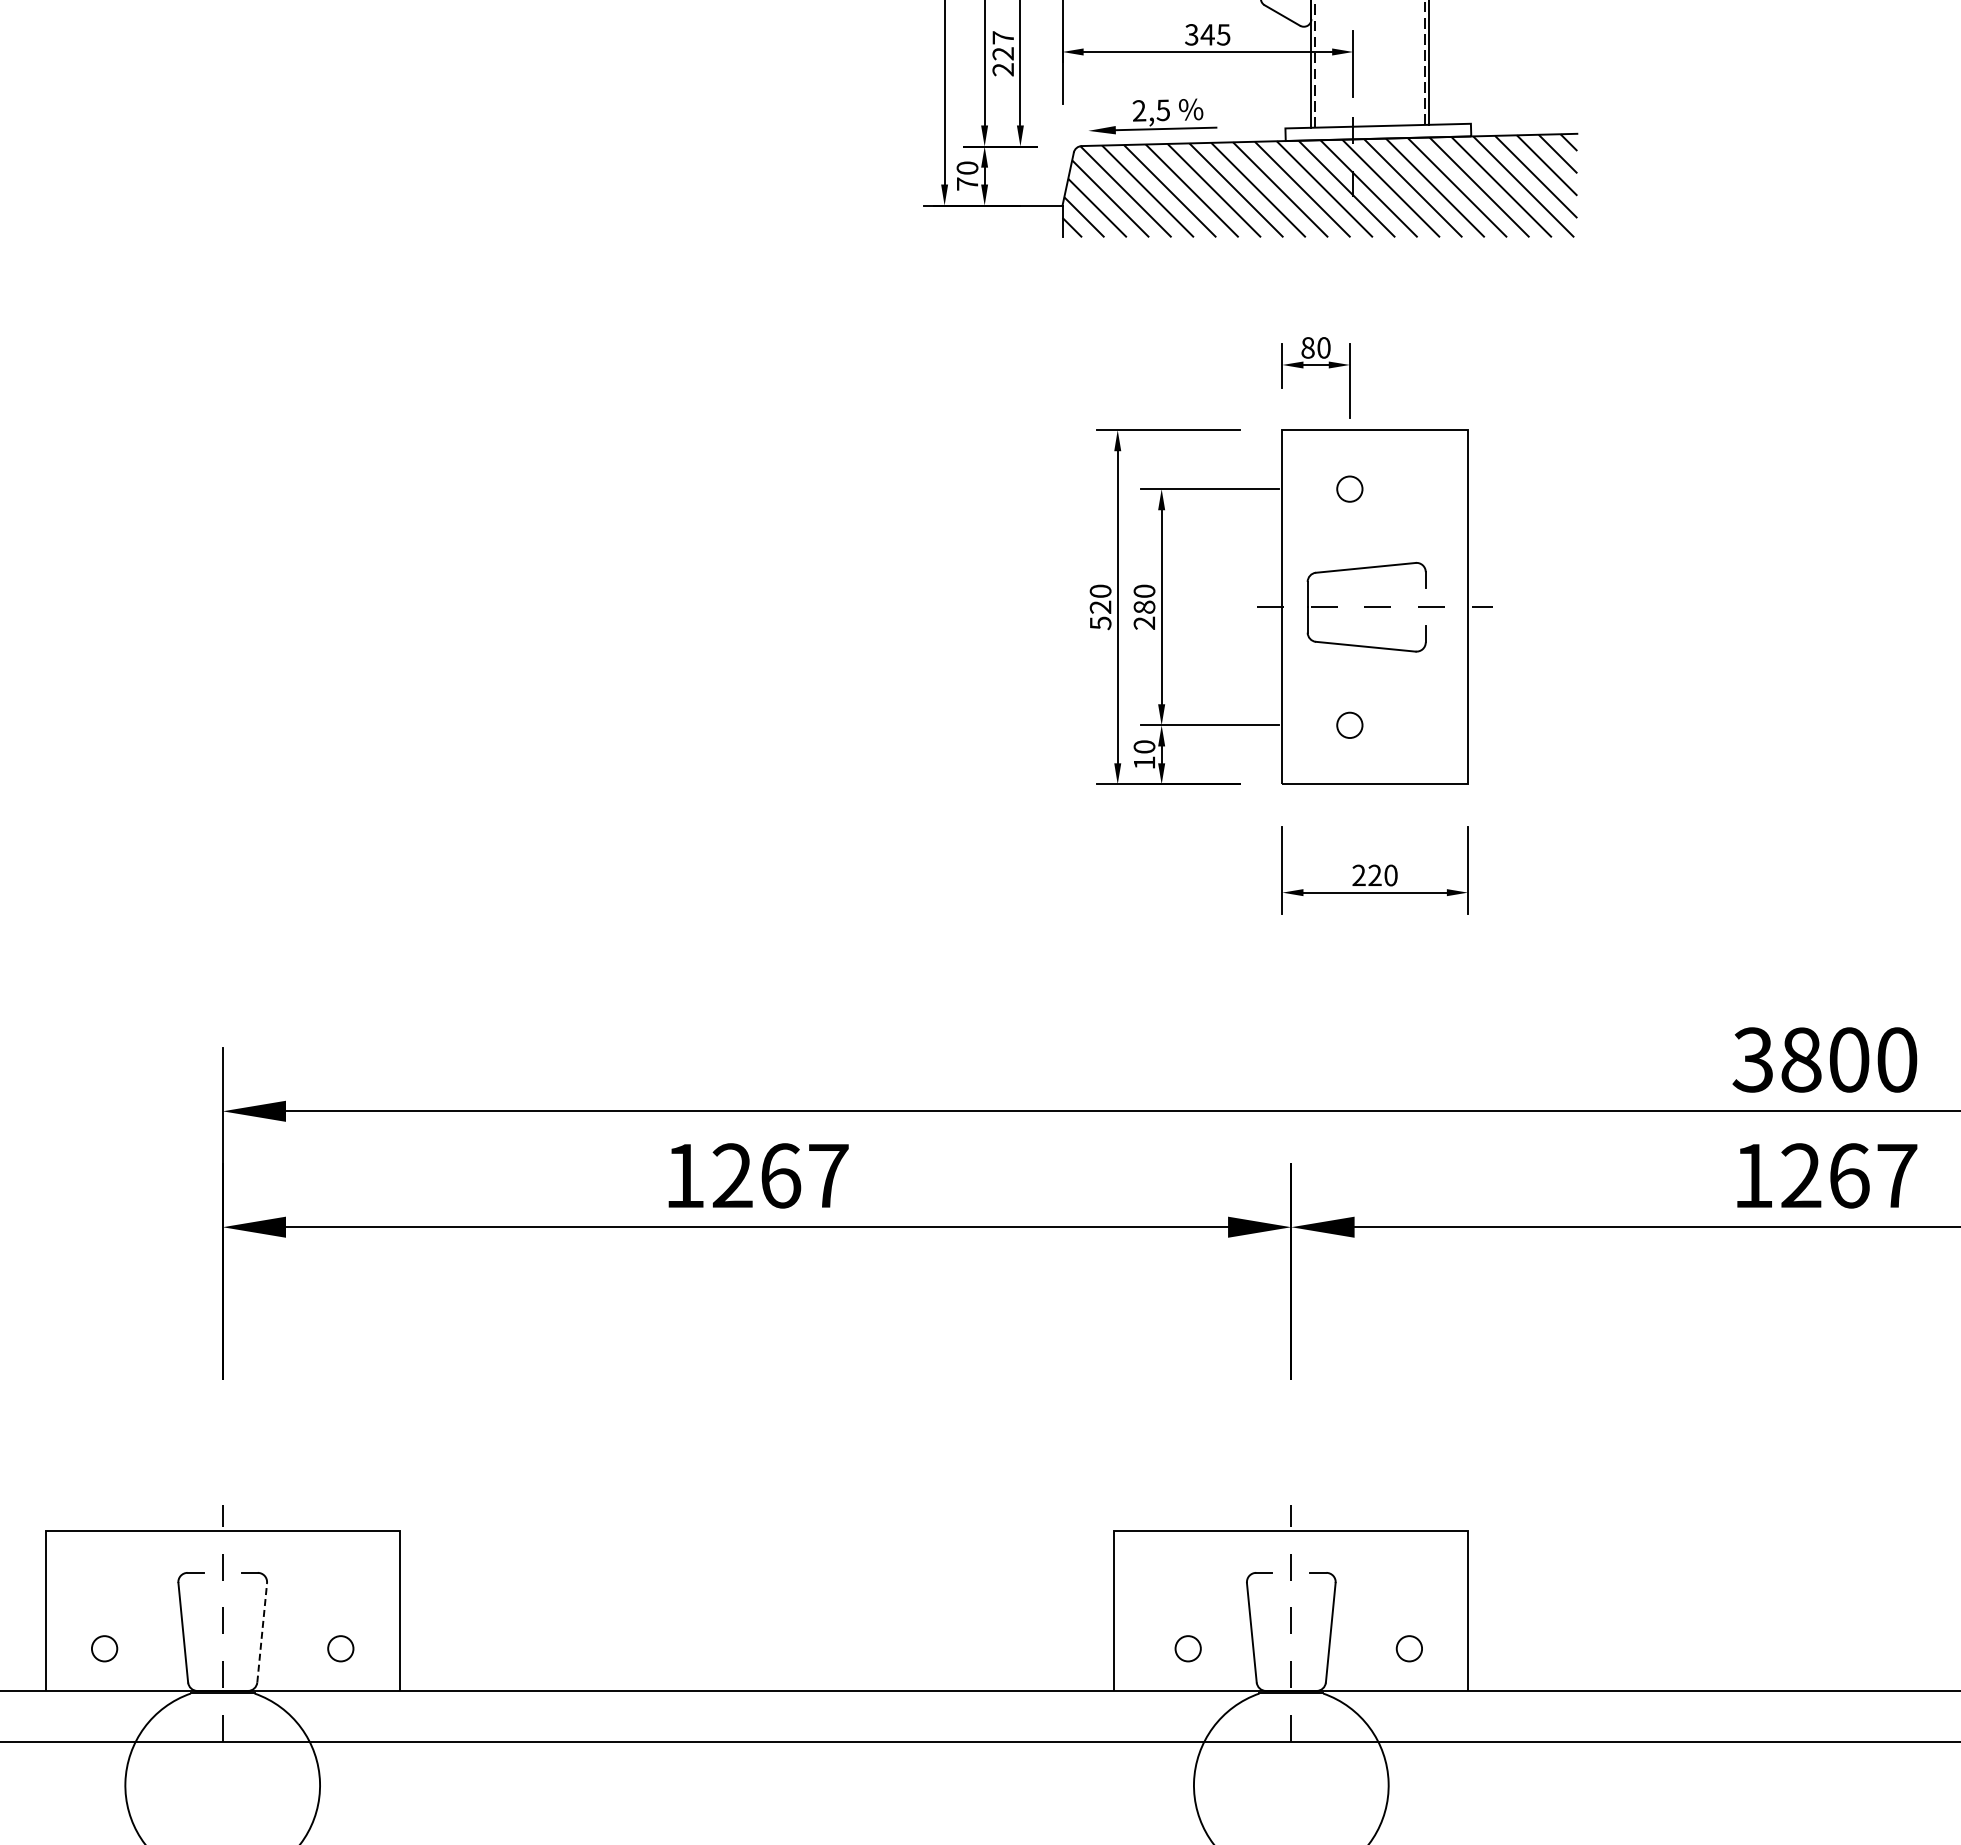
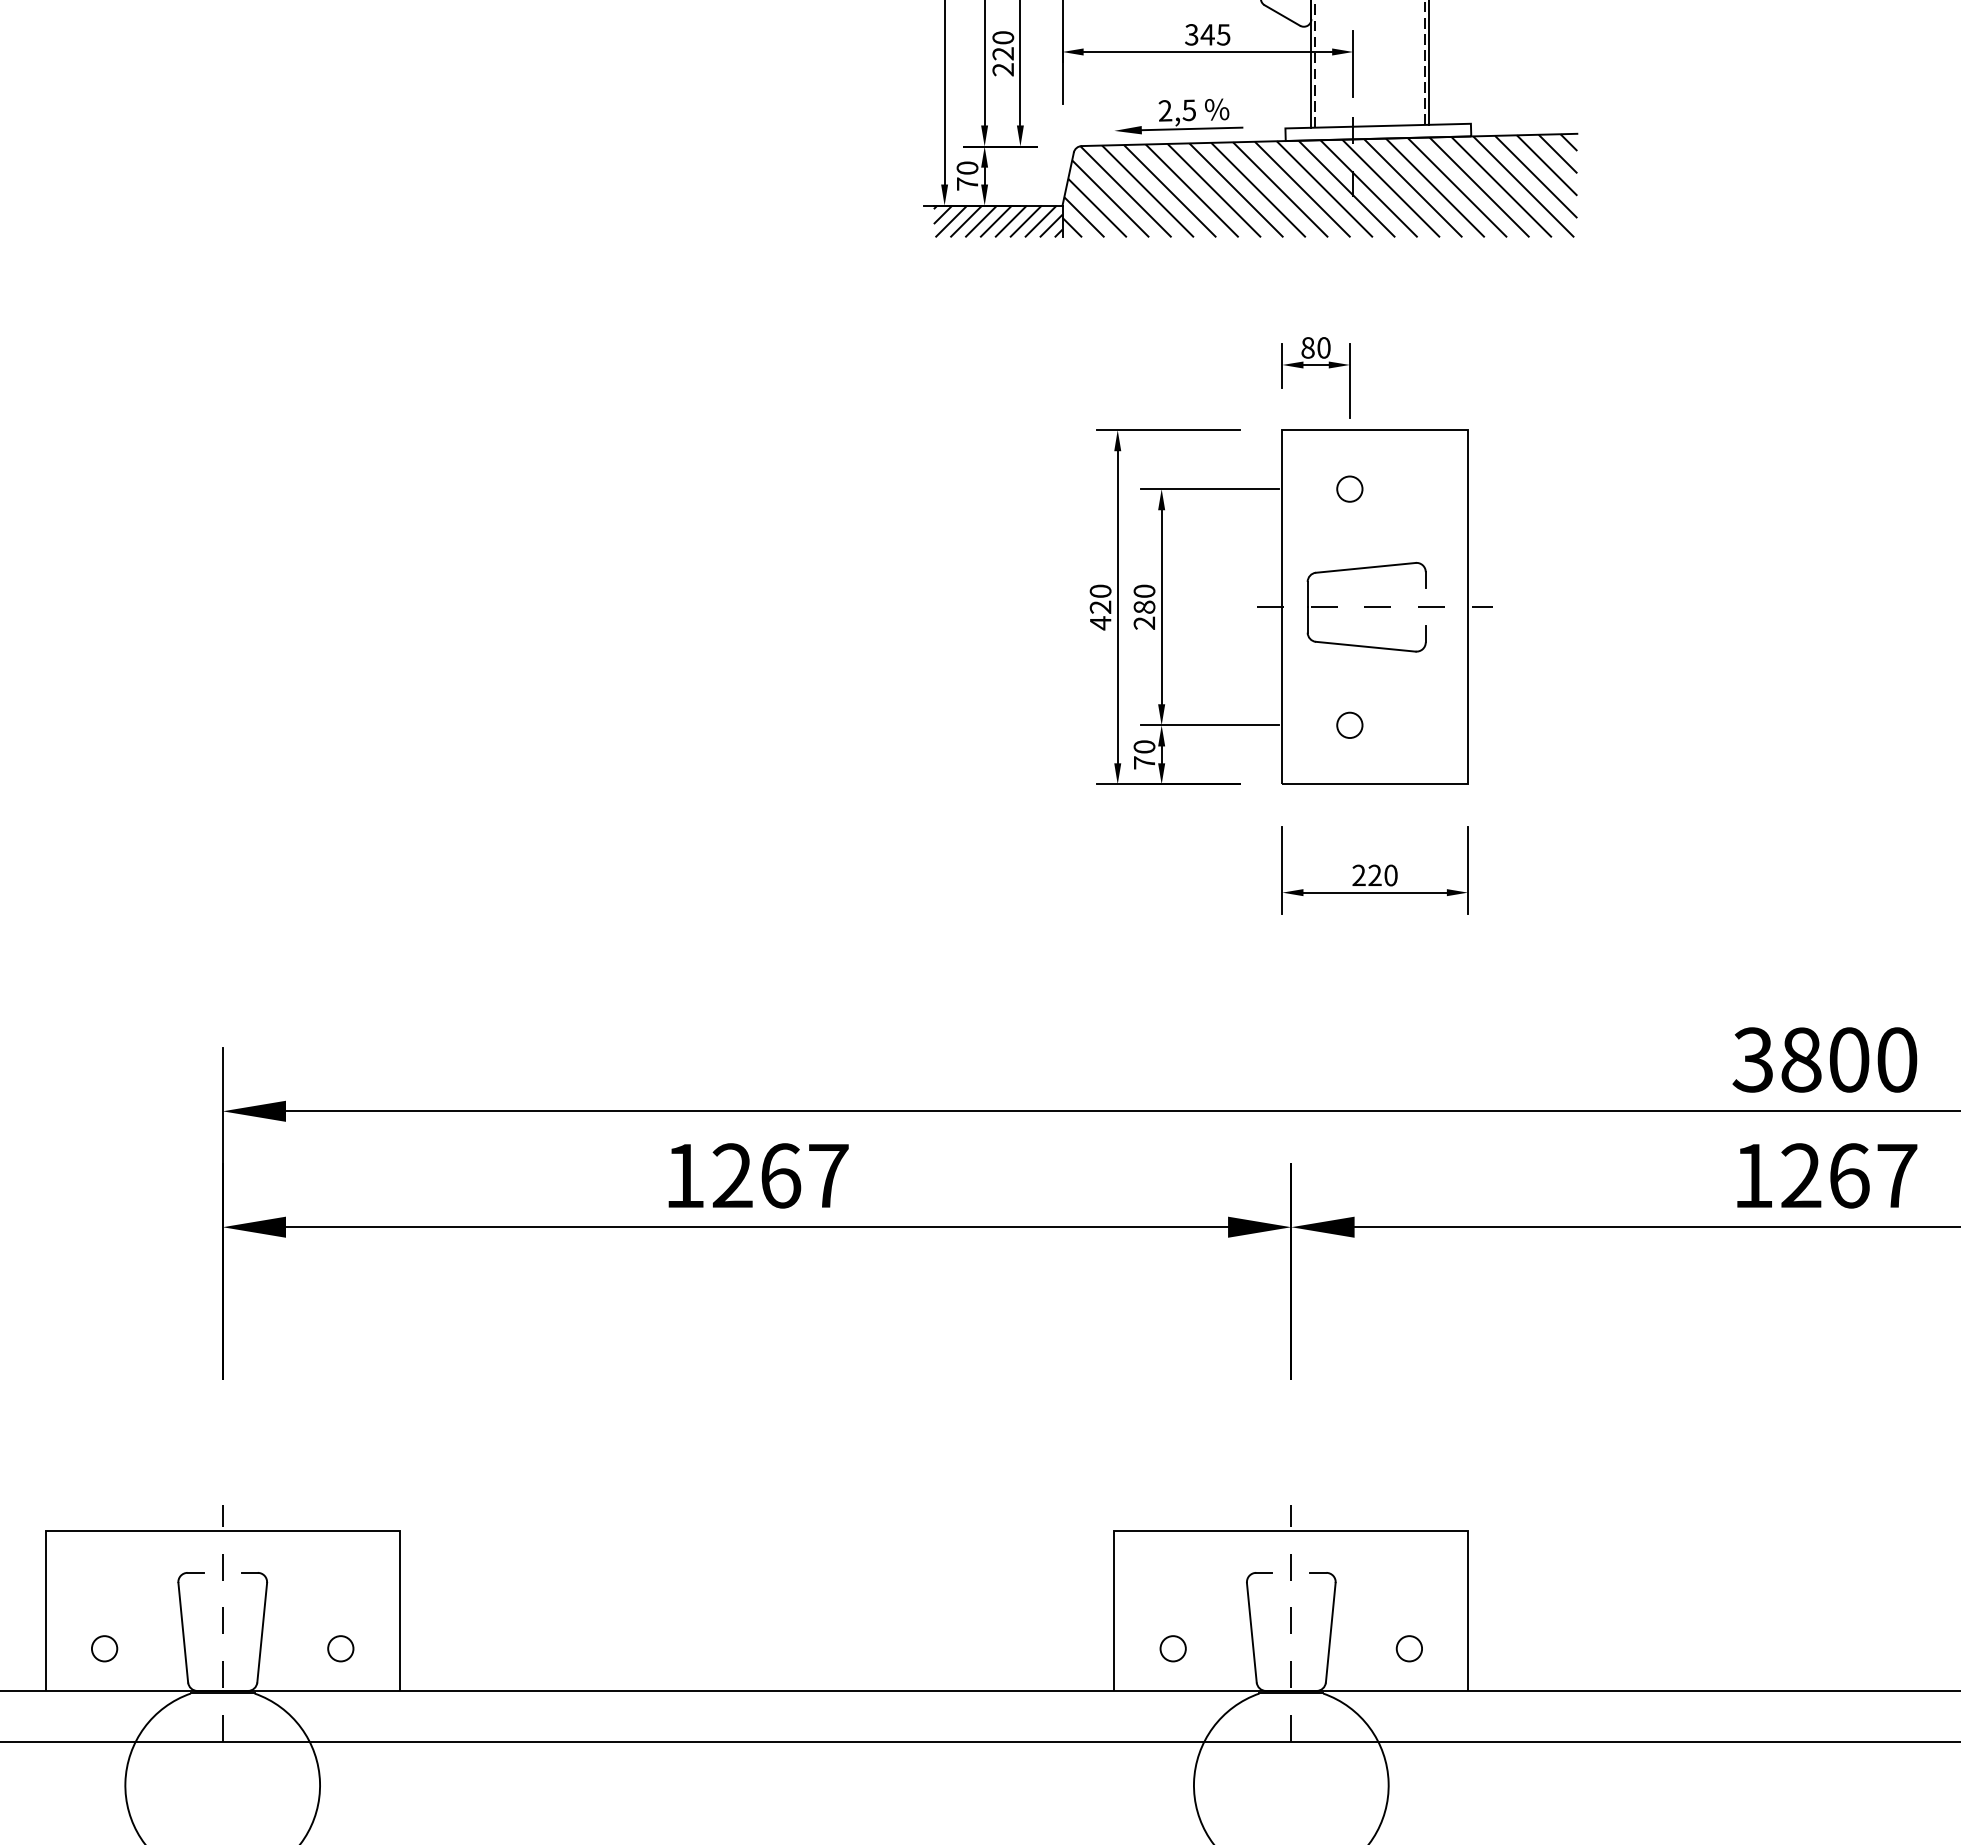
text at (1003, 37): 227 -> 220
part at (1153, 116) position: (1153, 116) -> (1179, 116)
hatch at (997, 221): none -> present
text at (1100, 623): 520 -> 420
text at (1144, 762): 10 -> 70
line at (262, 1632): dashed -> solid
circle at (1187, 1648) position: (1187, 1648) -> (1172, 1648)
